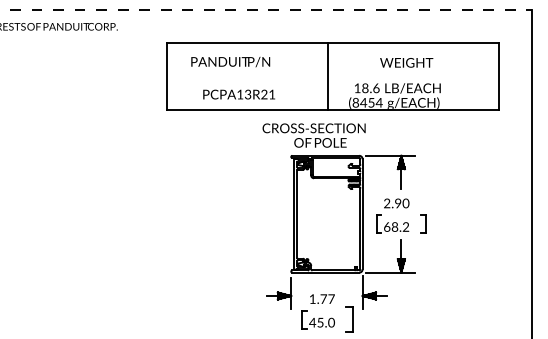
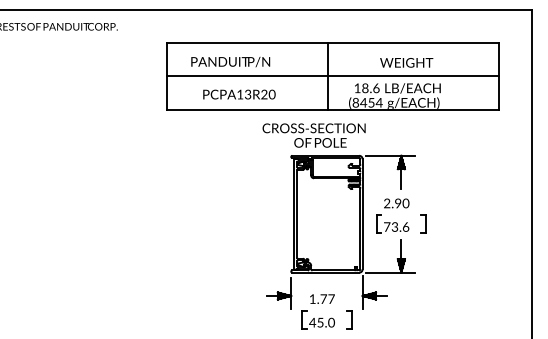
line at (266, 10): dashed -> solid
line at (332, 76): none -> present
text at (271, 94): PCPA13R21 -> PCPA13R20
text at (396, 226): 68.2 -> 73.6
part at (349, 319) size: 9x27 px -> 7x20 px
